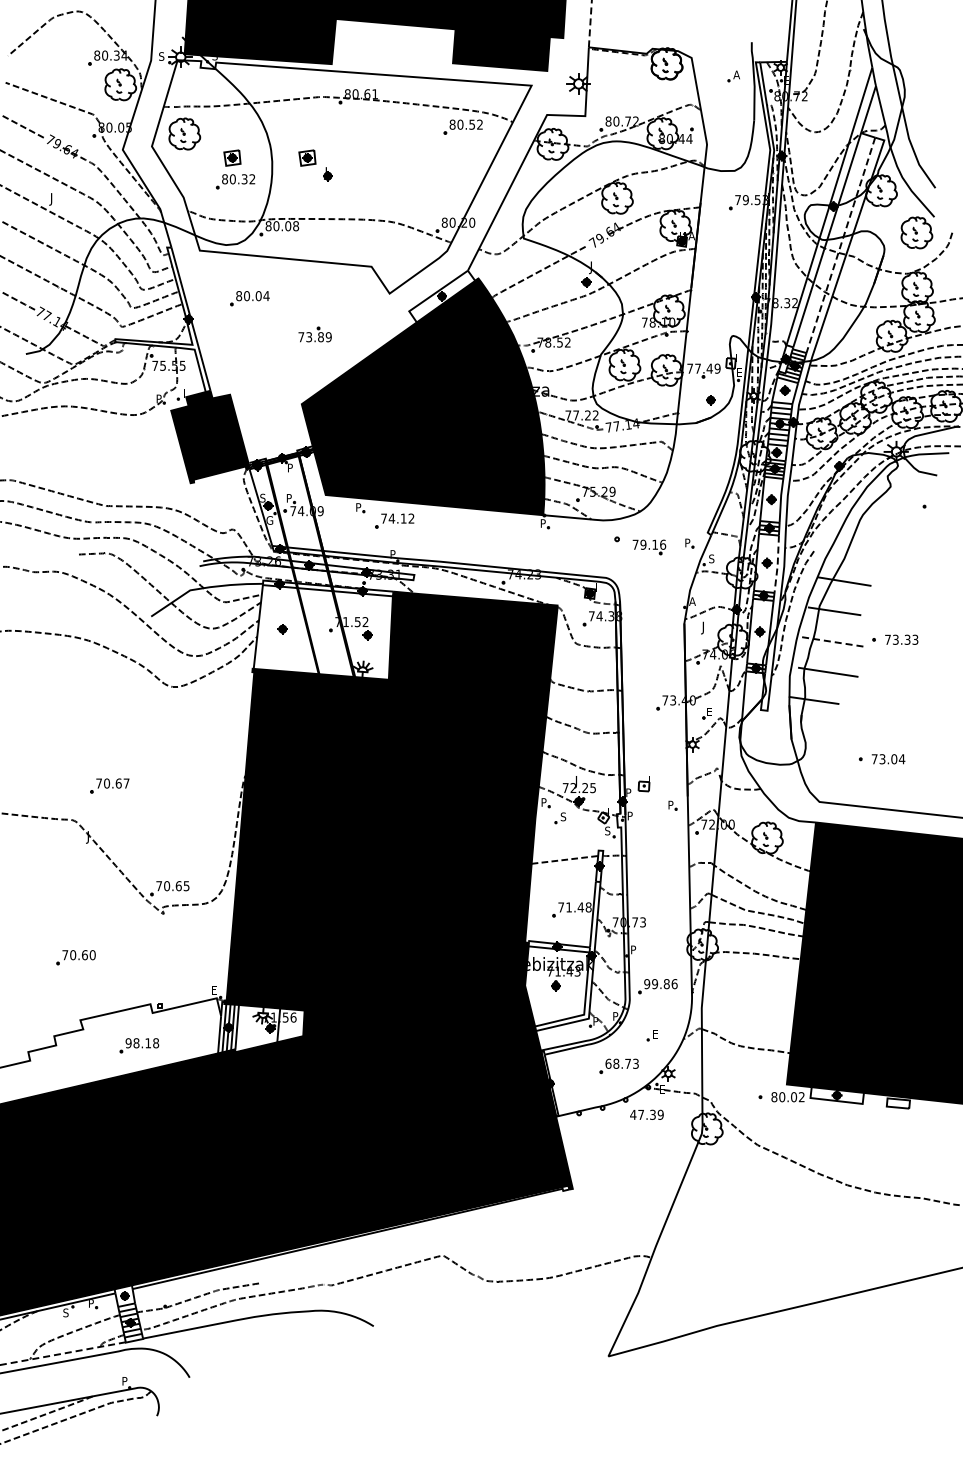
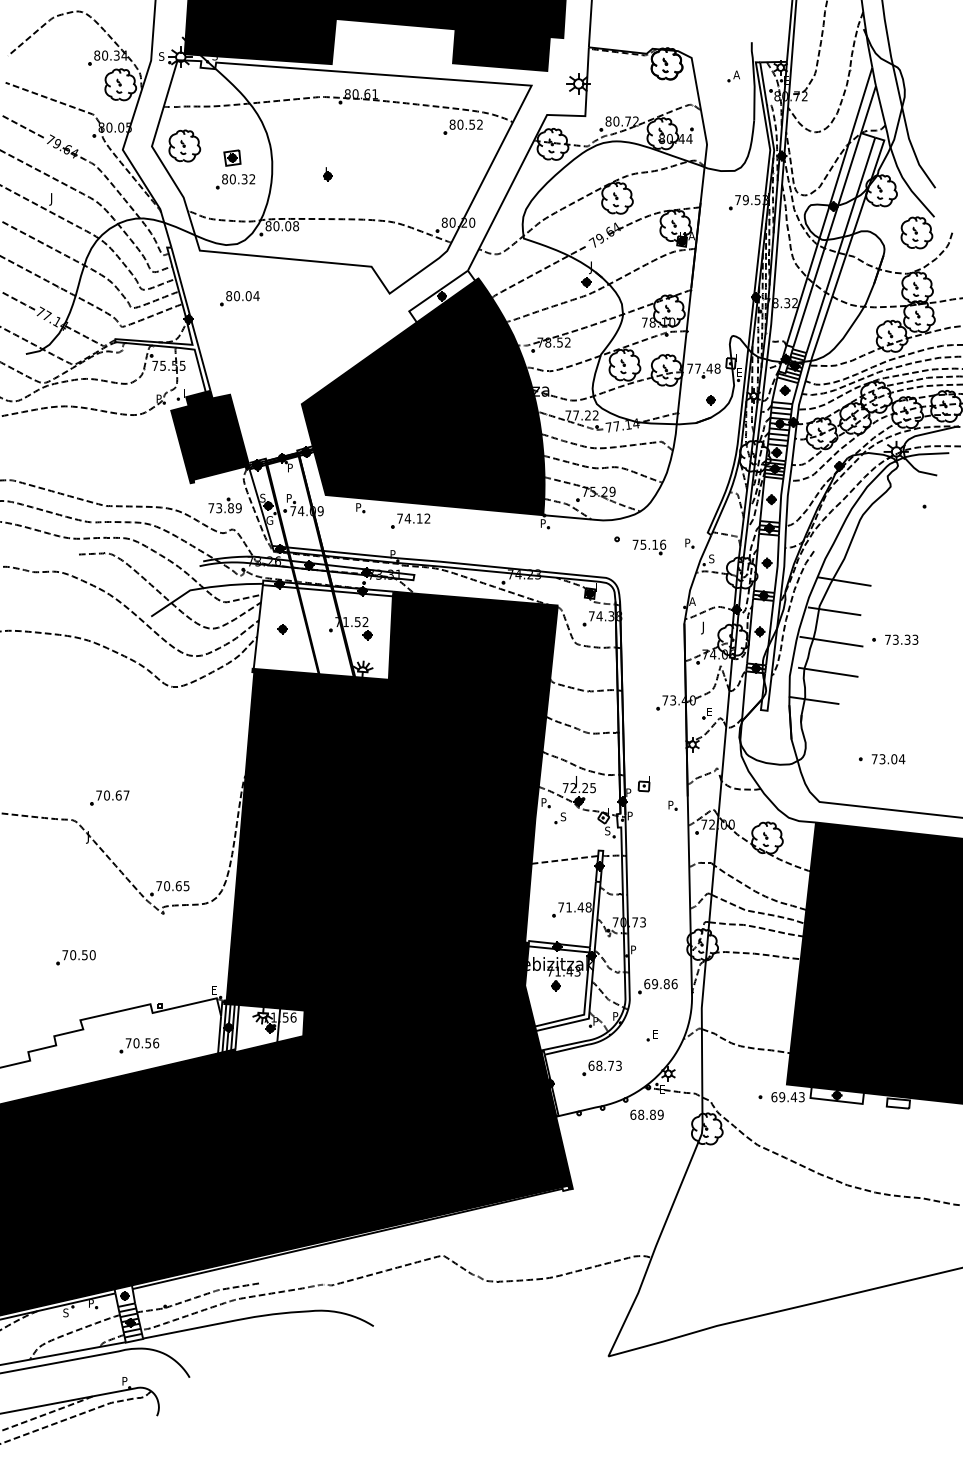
line at (590, 23): dashed -> solid
part at (184, 133) position: (184, 133) -> (184, 145)
part at (307, 157): present -> none
line at (840, 245): dashed -> solid
part at (249, 298) position: (249, 298) -> (239, 298)
part at (314, 334) position: (314, 334) -> (224, 505)
text at (717, 368): 77.49 -> 77.48
part at (394, 520) position: (394, 520) -> (410, 520)
text at (643, 544): 79.16 -> 75.16
line at (777, 565): dashed -> solid
line at (830, 641): dashed -> solid
part at (109, 785) position: (109, 785) -> (109, 797)
text at (84, 955): 70.60 -> 70.50
text at (647, 984): 99.86 -> 69.86
text at (142, 1043): 98.18 -> 70.56
part at (618, 1066) position: (618, 1066) -> (601, 1068)
text at (787, 1097): 80.02 -> 69.43
text at (642, 1114): 47.39 -> 68.89
line at (62, 1353): dashed -> solid
